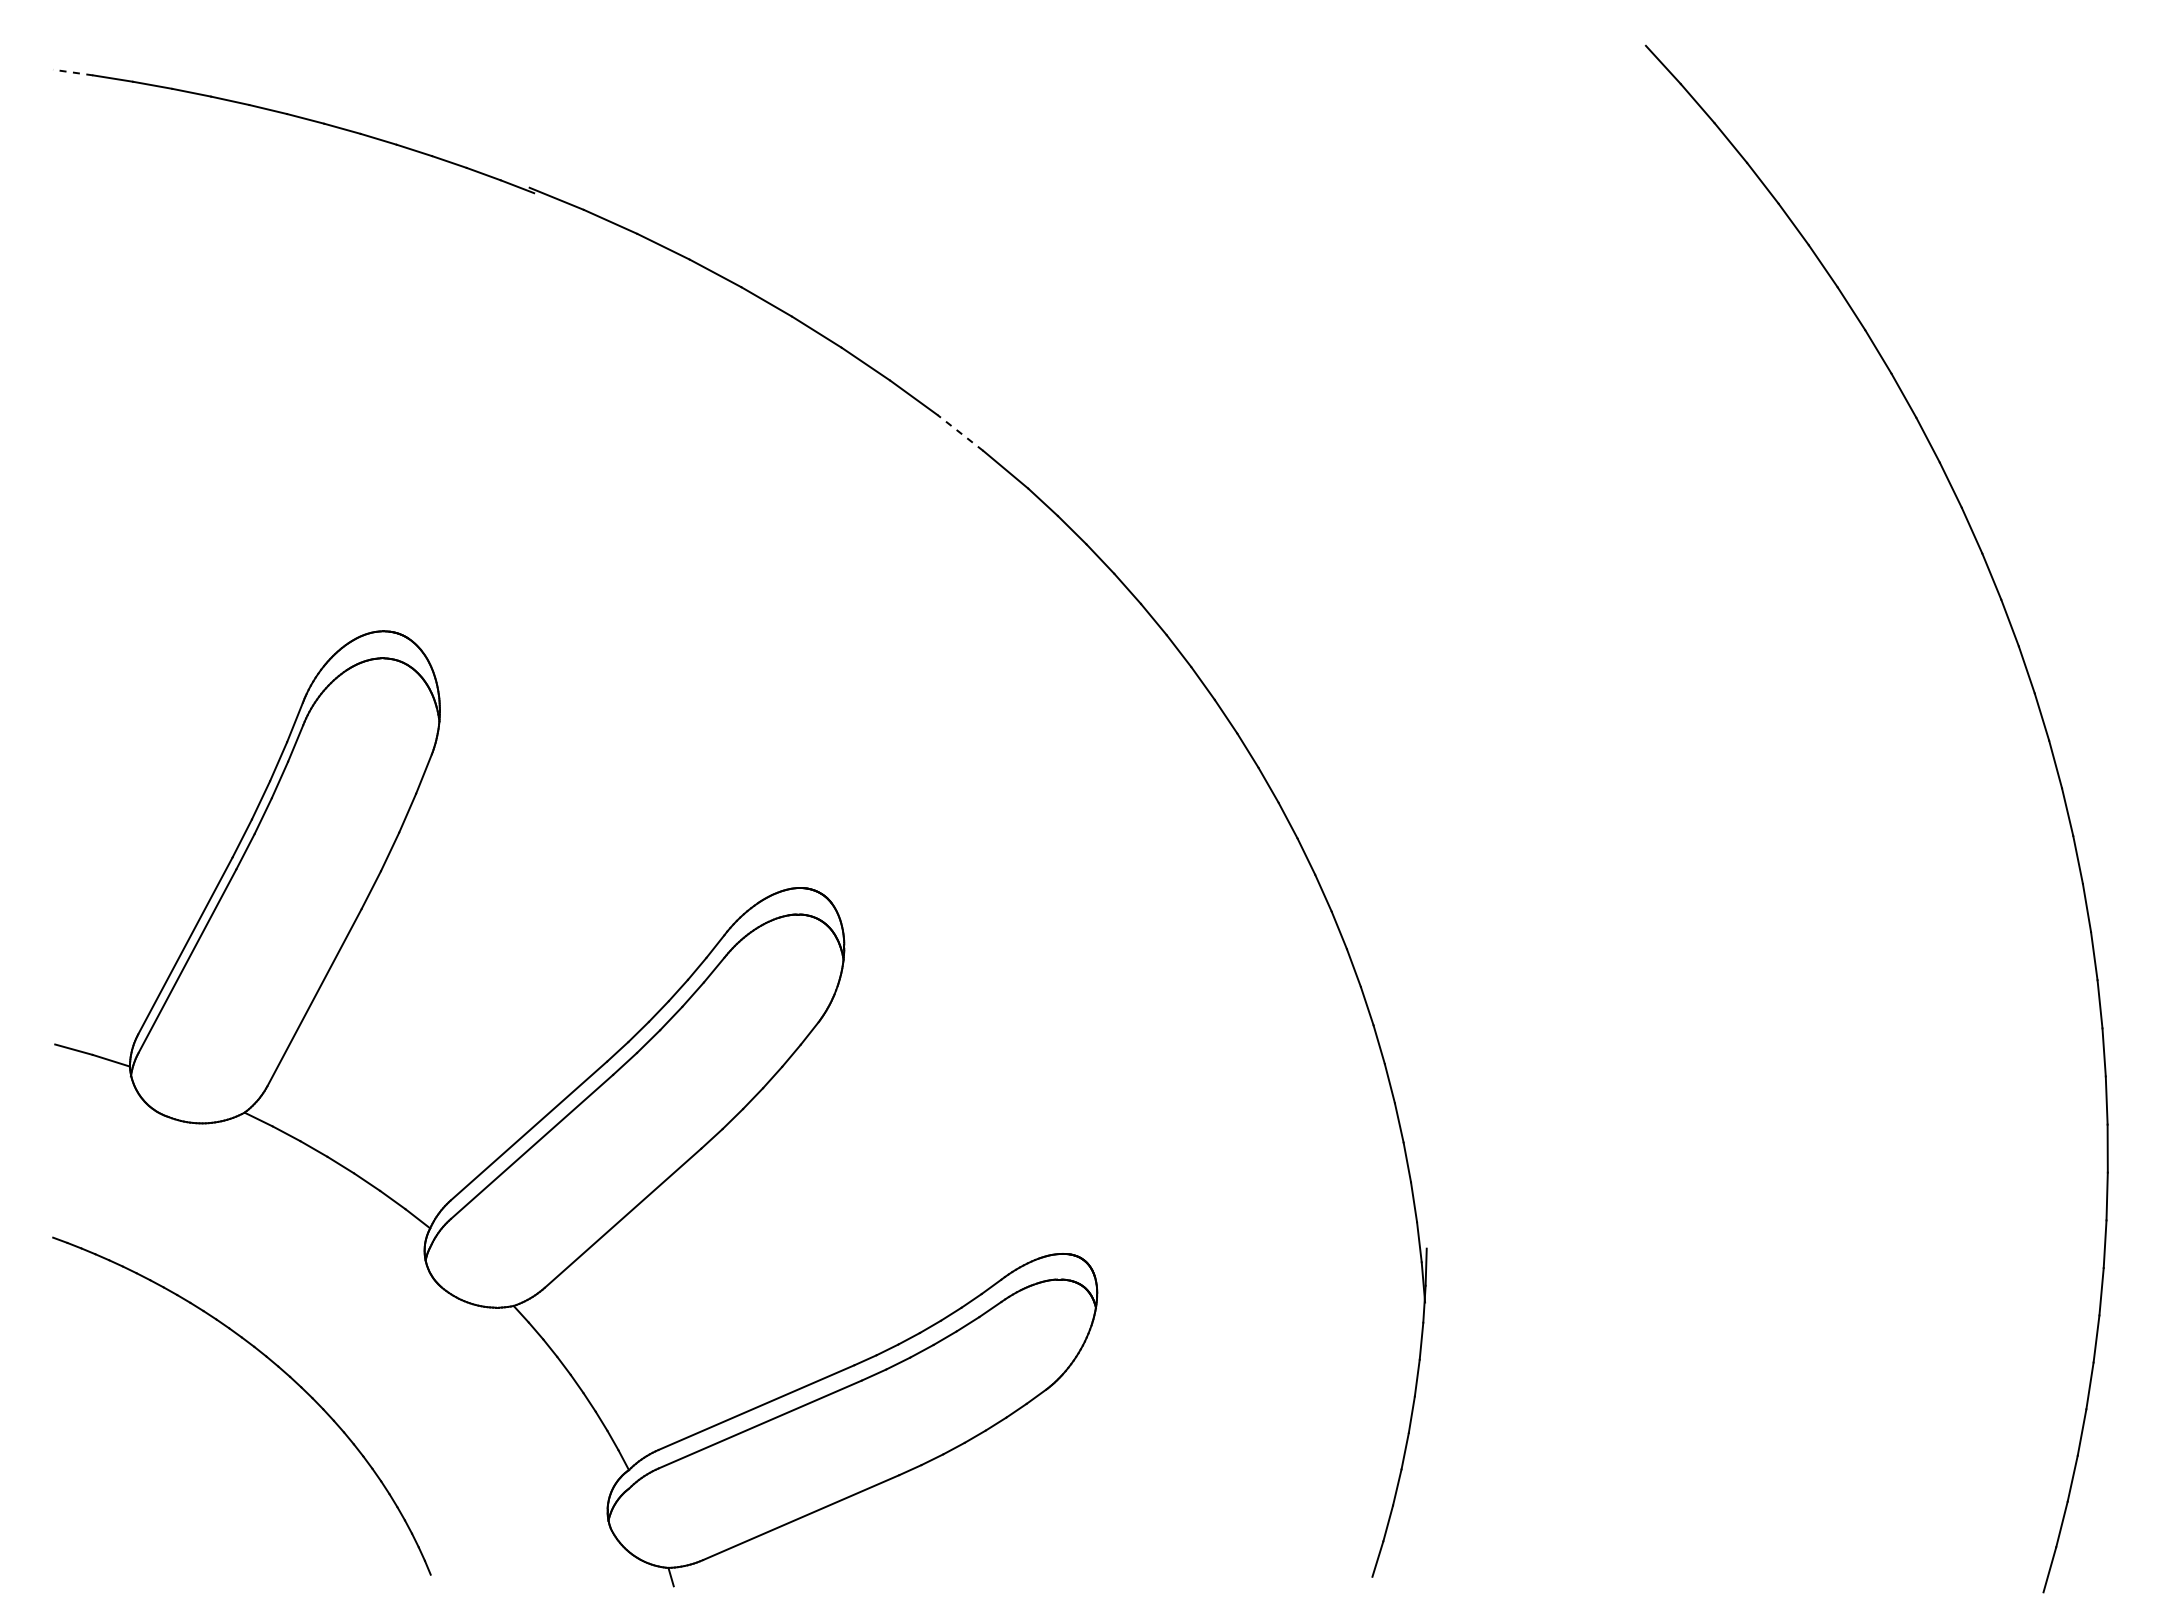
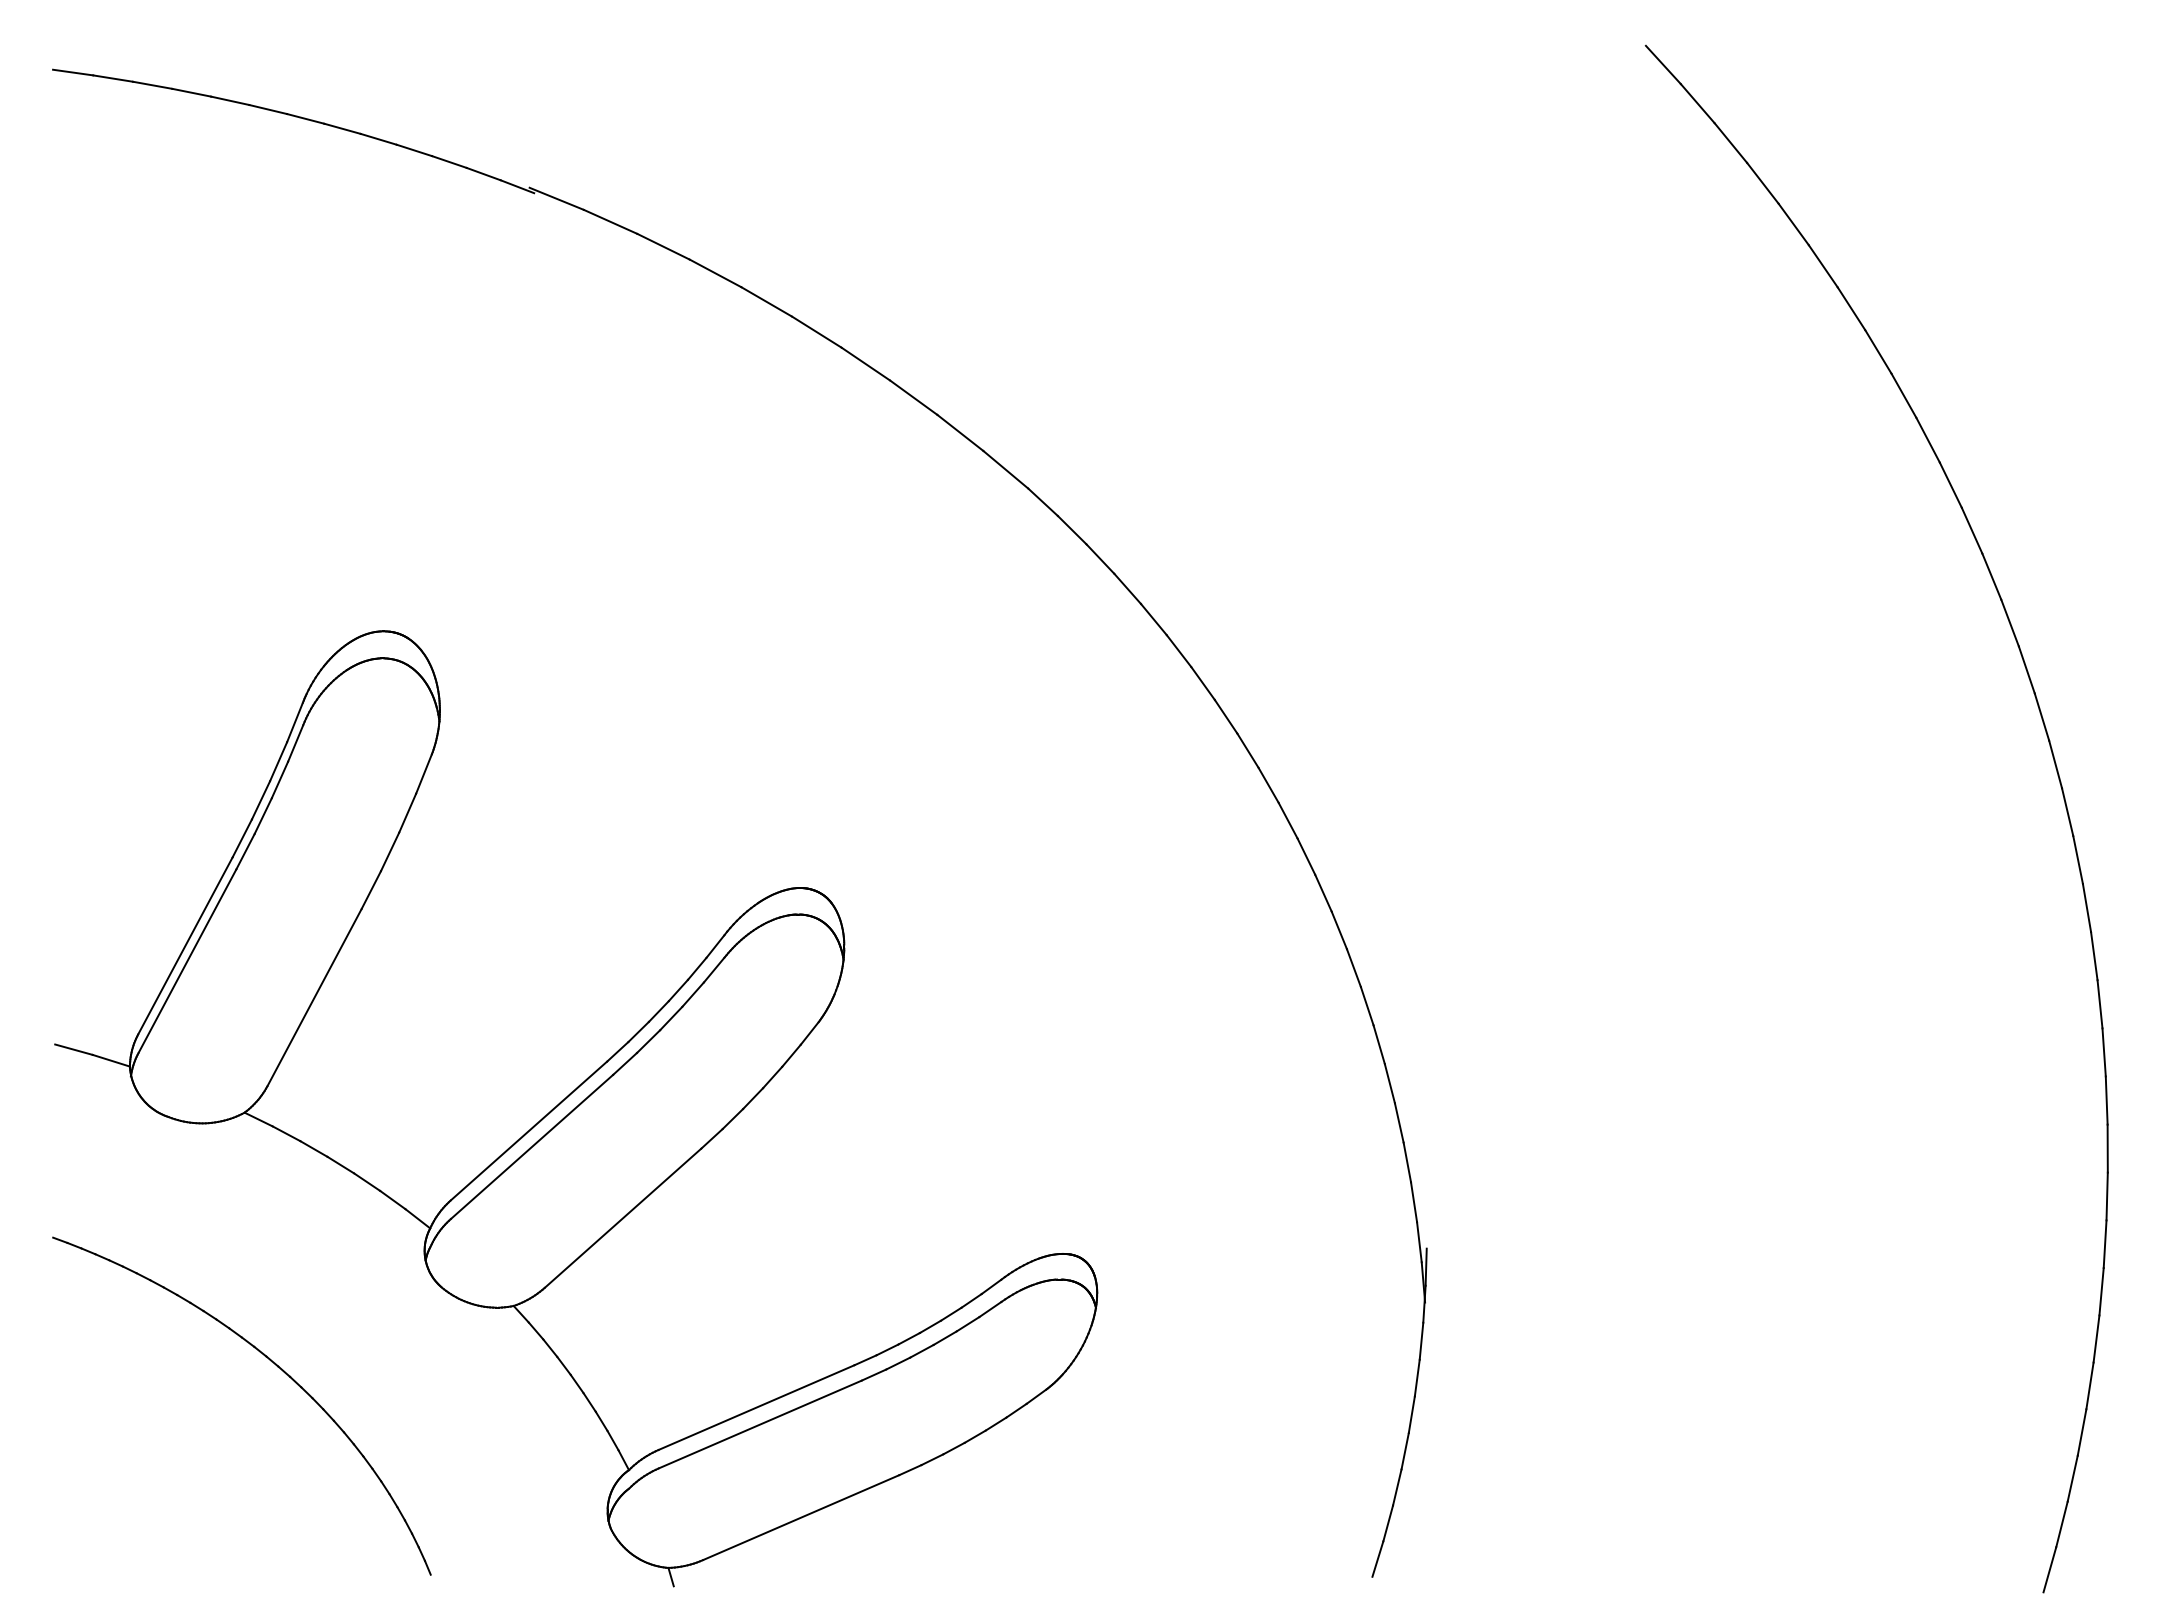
line at (72, 72): dashed -> solid
line at (959, 432): dashed -> solid
